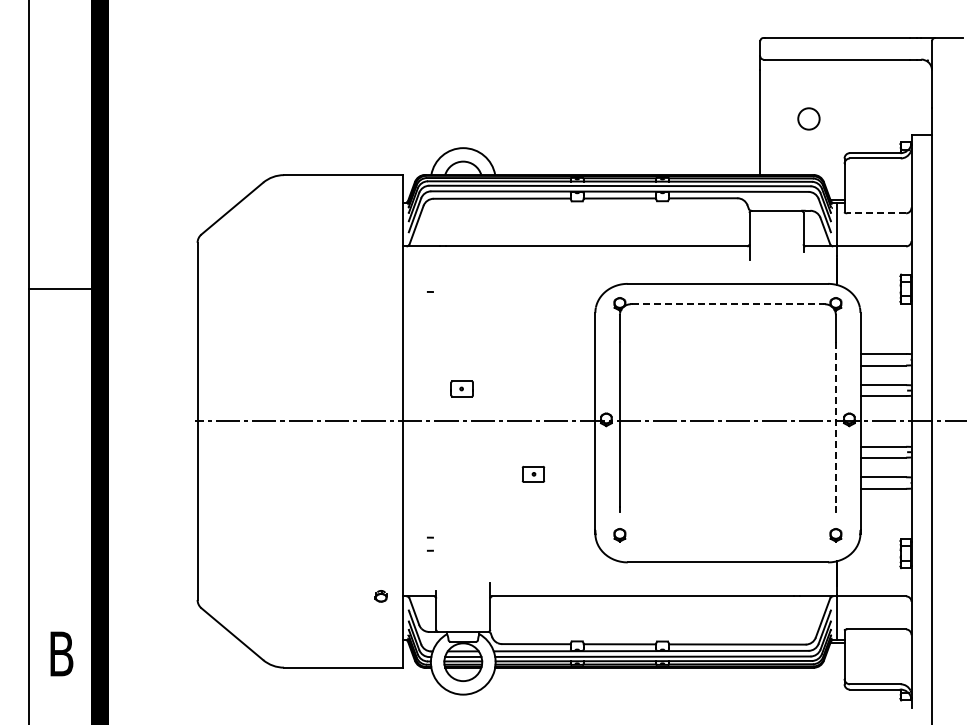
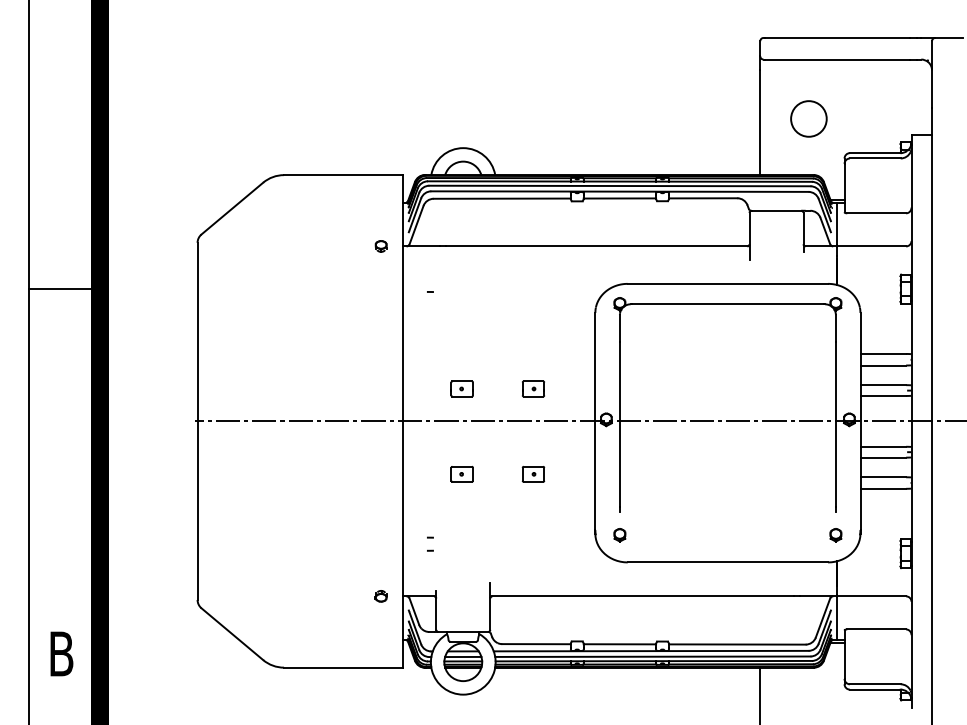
circle at (808, 118) size: 24x24 px -> 38x38 px
line at (876, 213): dashed -> solid
part at (380, 246): none -> present
line at (728, 304): dashed -> solid
part at (533, 388): none -> present
line at (835, 425): dashed -> solid
part at (461, 474): none -> present
line at (760, 694): none -> present
